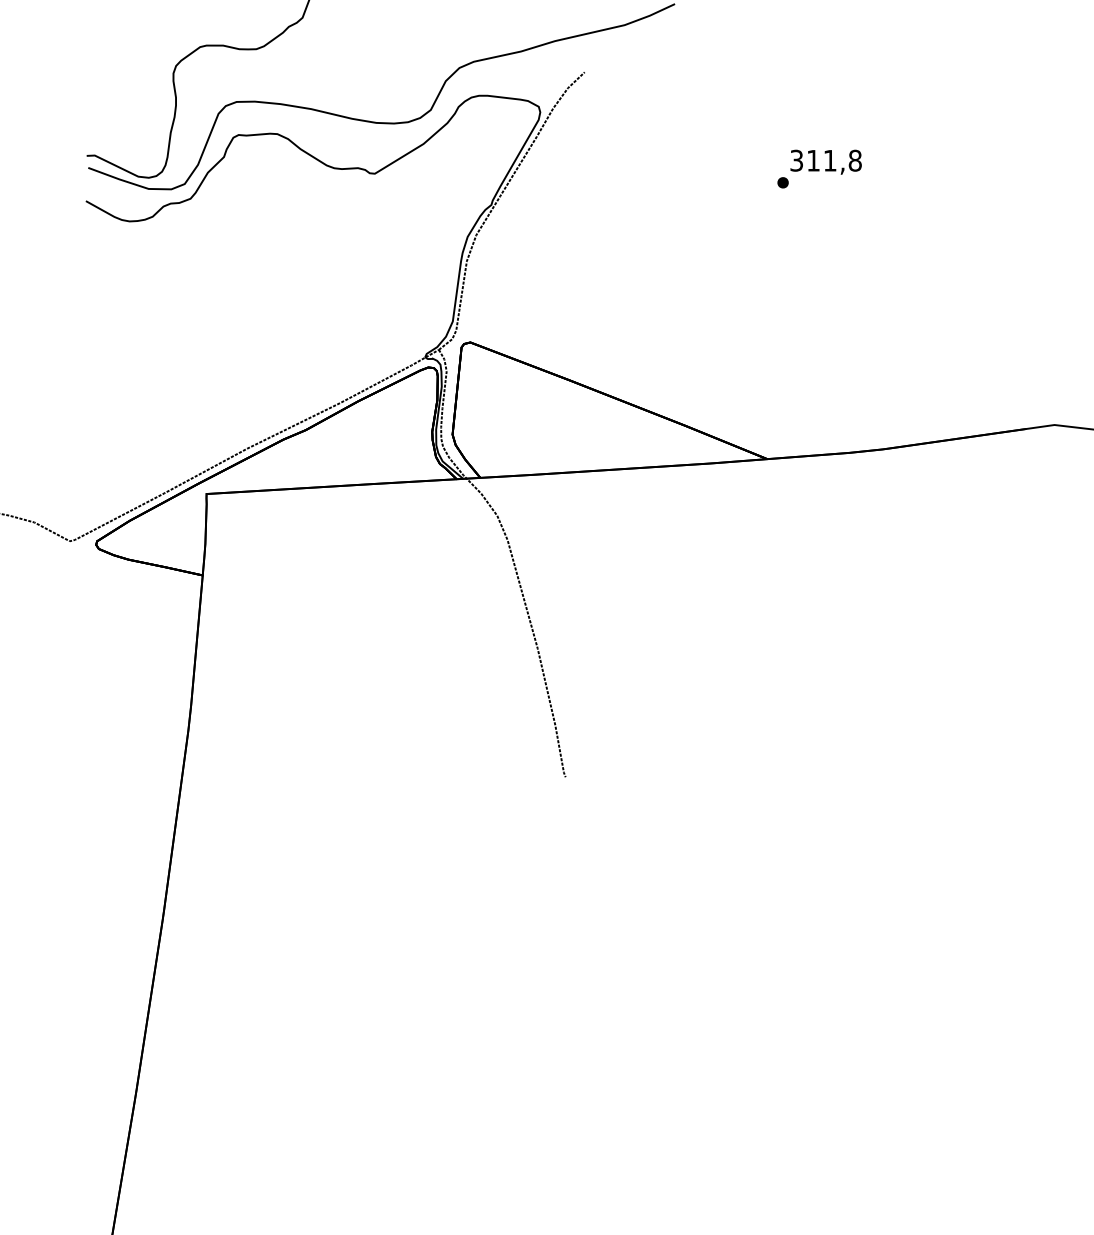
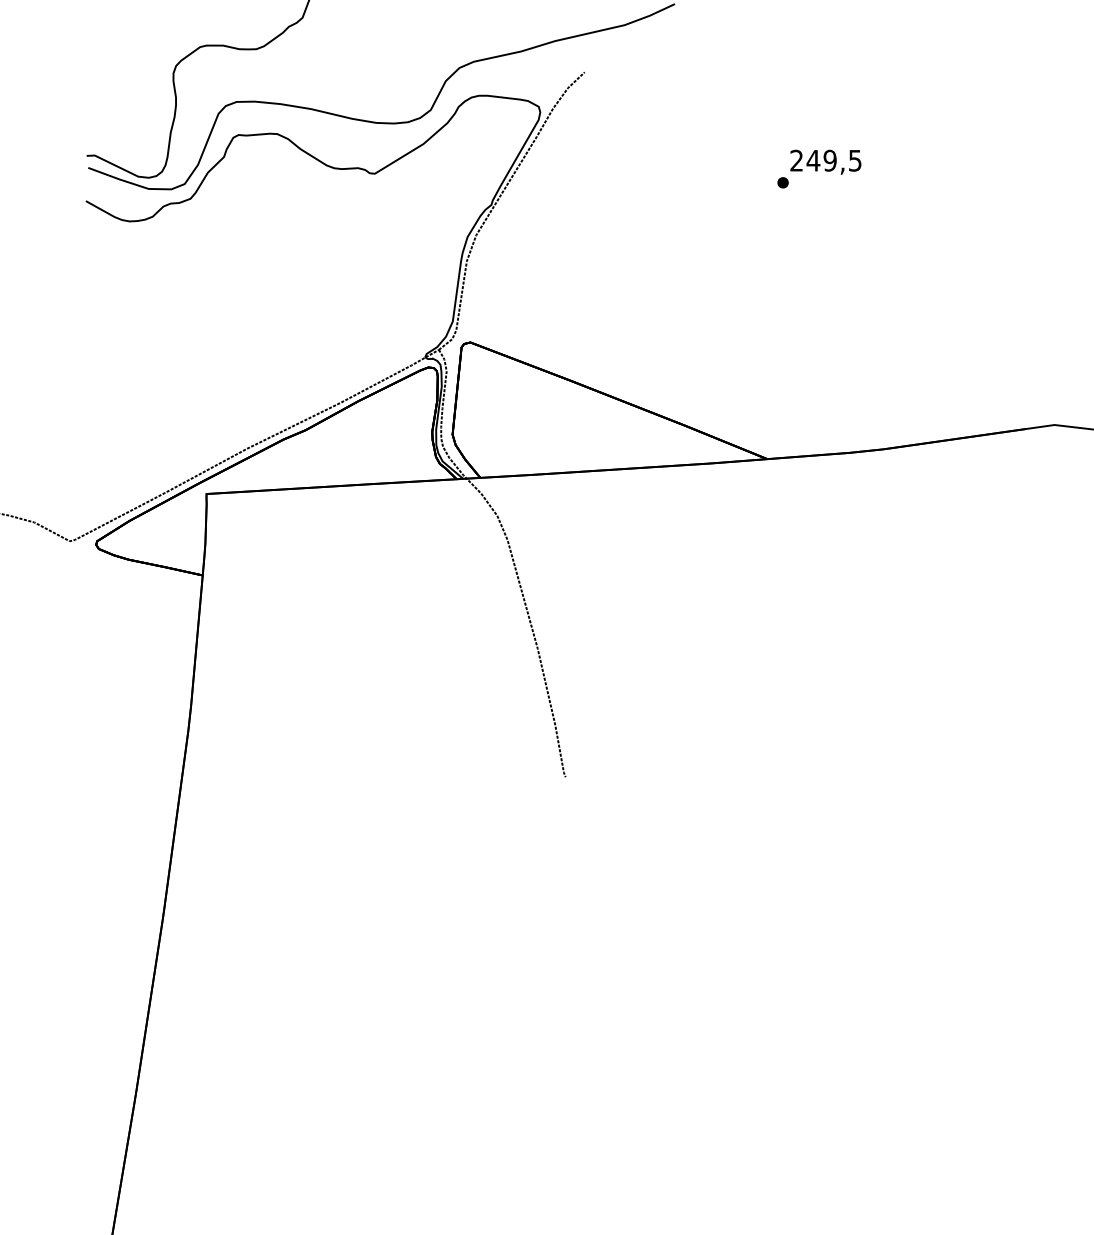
text at (825, 160): 311,8 -> 249,5
